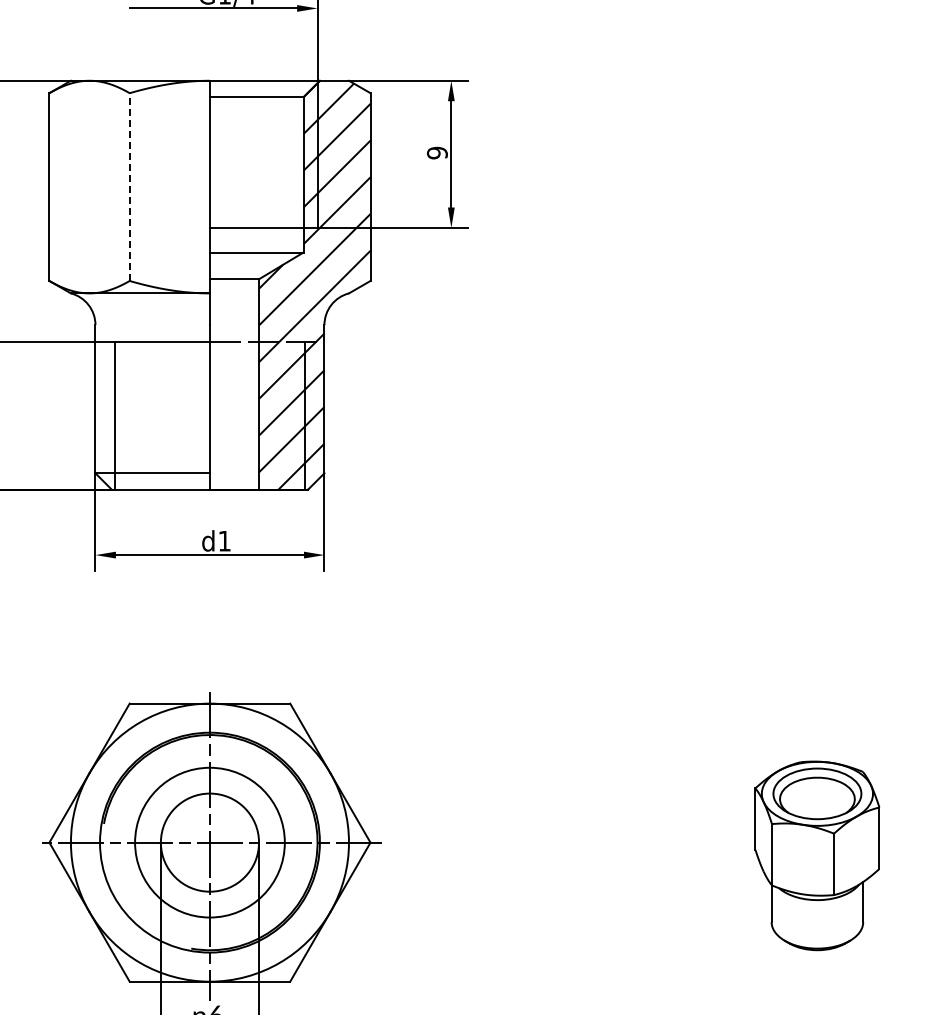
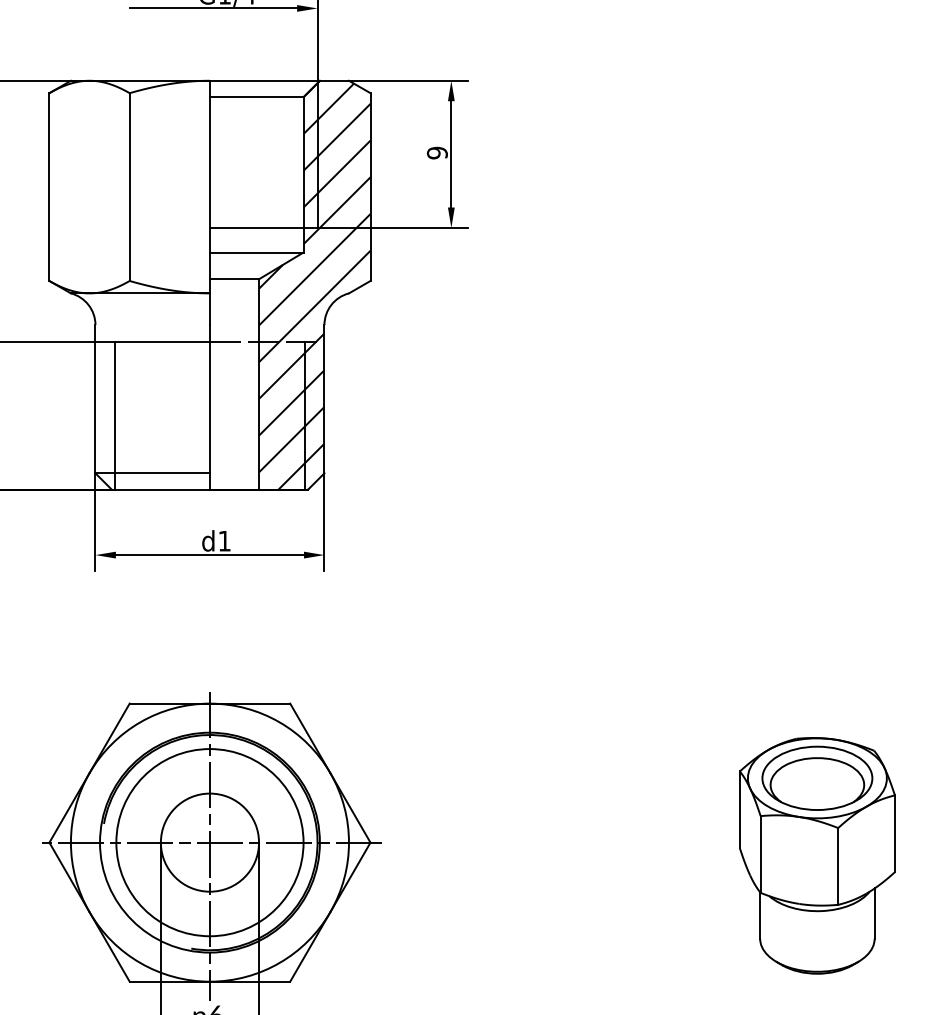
line at (129, 187): dashed -> solid
circle at (209, 842) diameter: 150 px -> 187 px
part at (817, 855) size: 127x192 px -> 157x238 px
